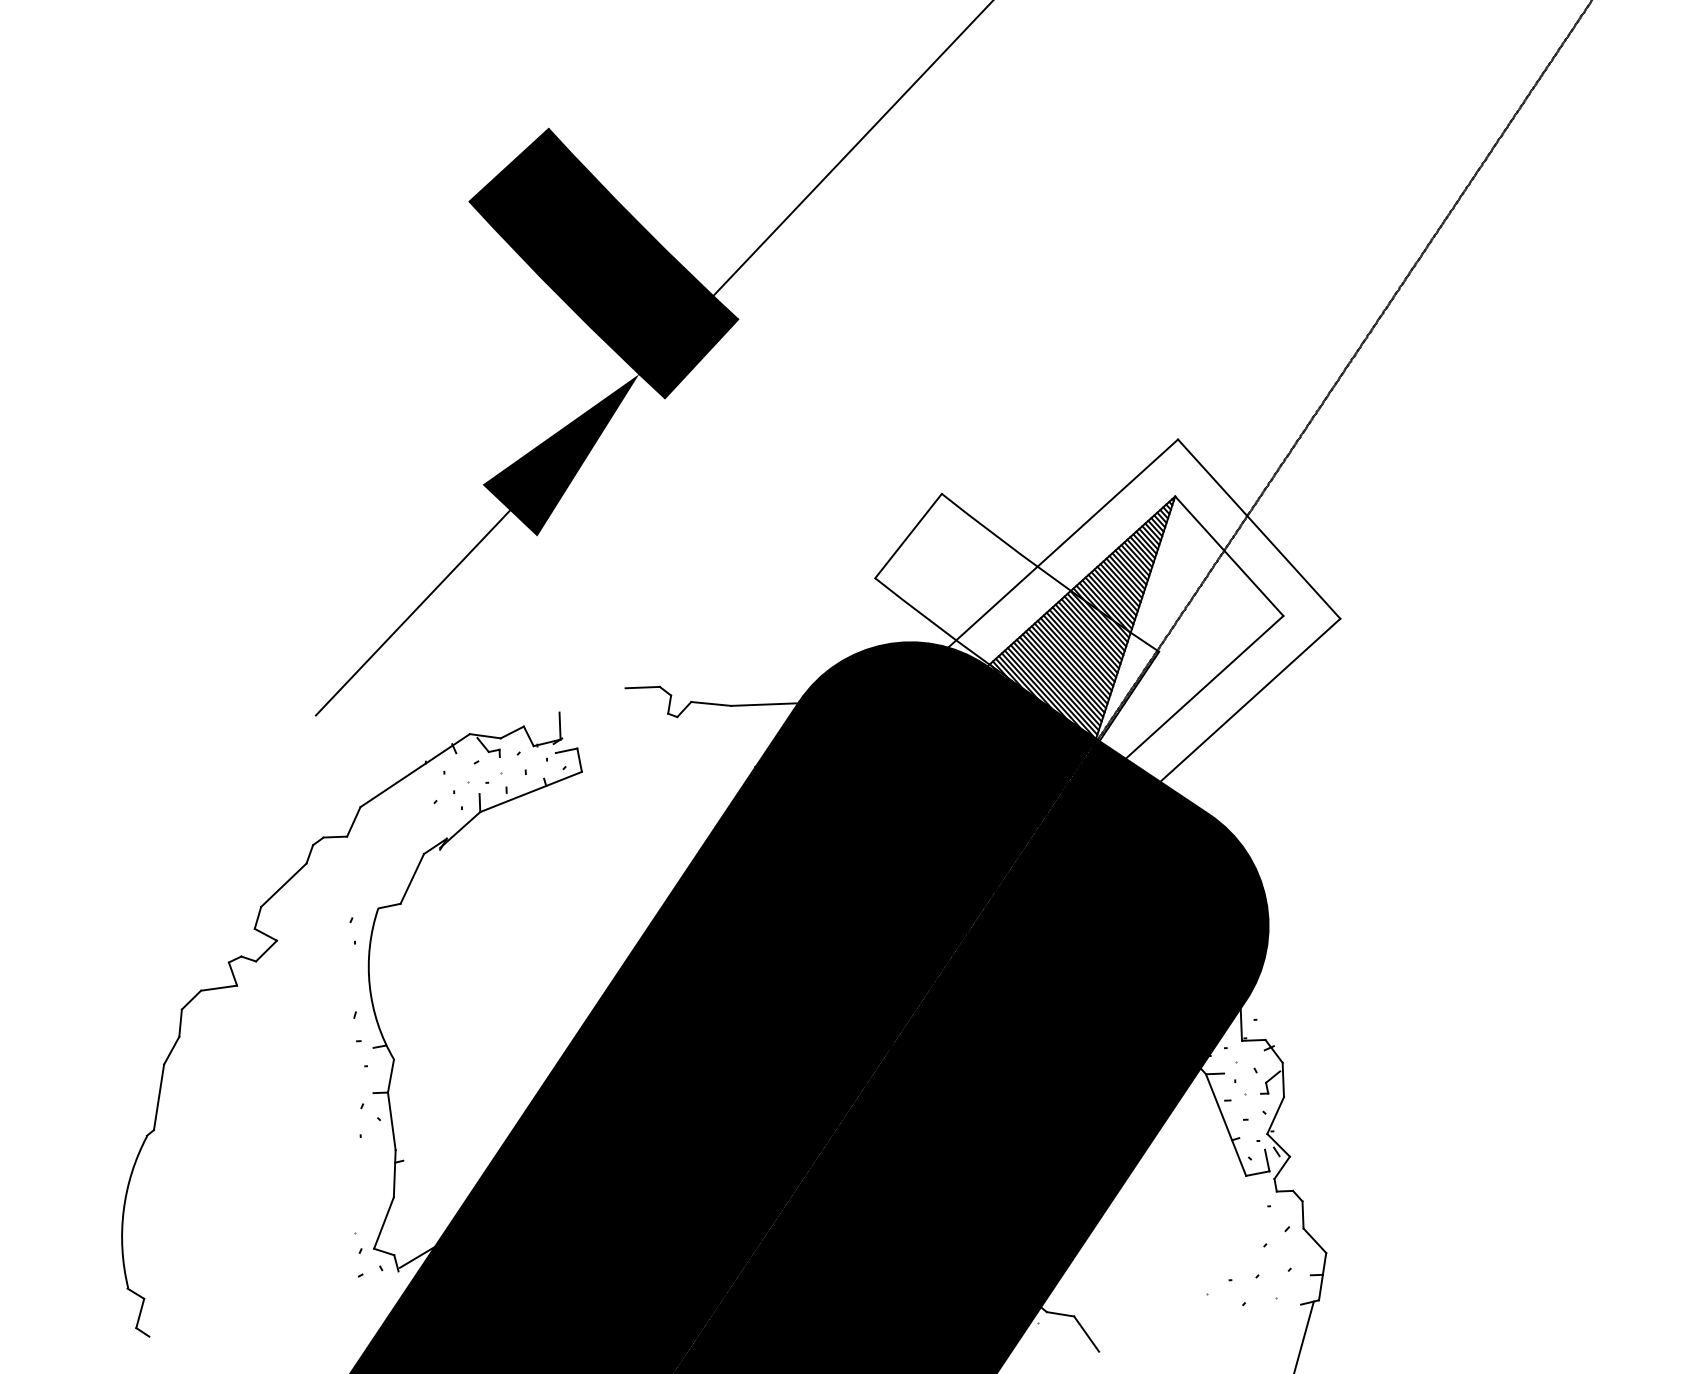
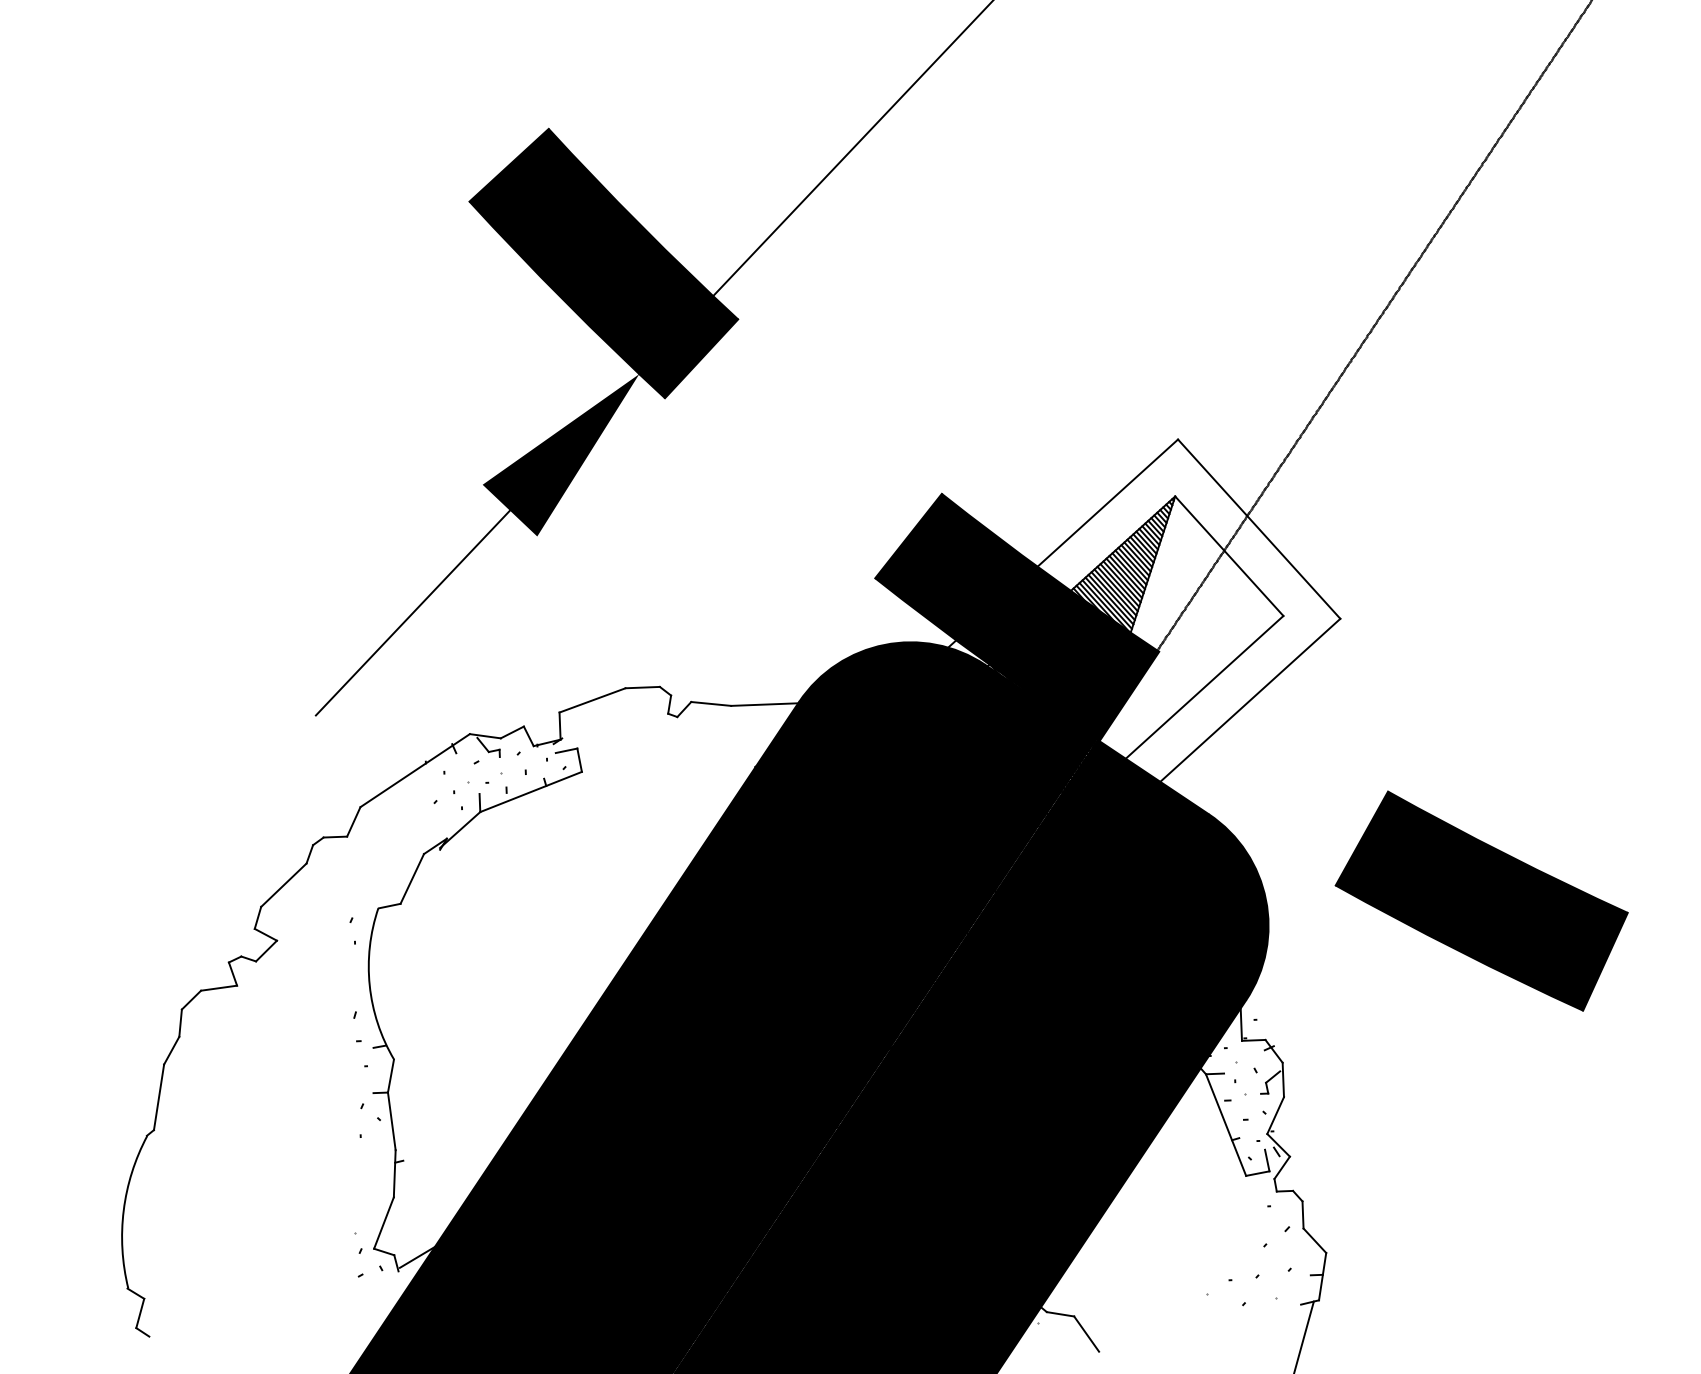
fill at (1017, 617): none -> present
line at (592, 700): none -> present
part at (1481, 900): none -> present
